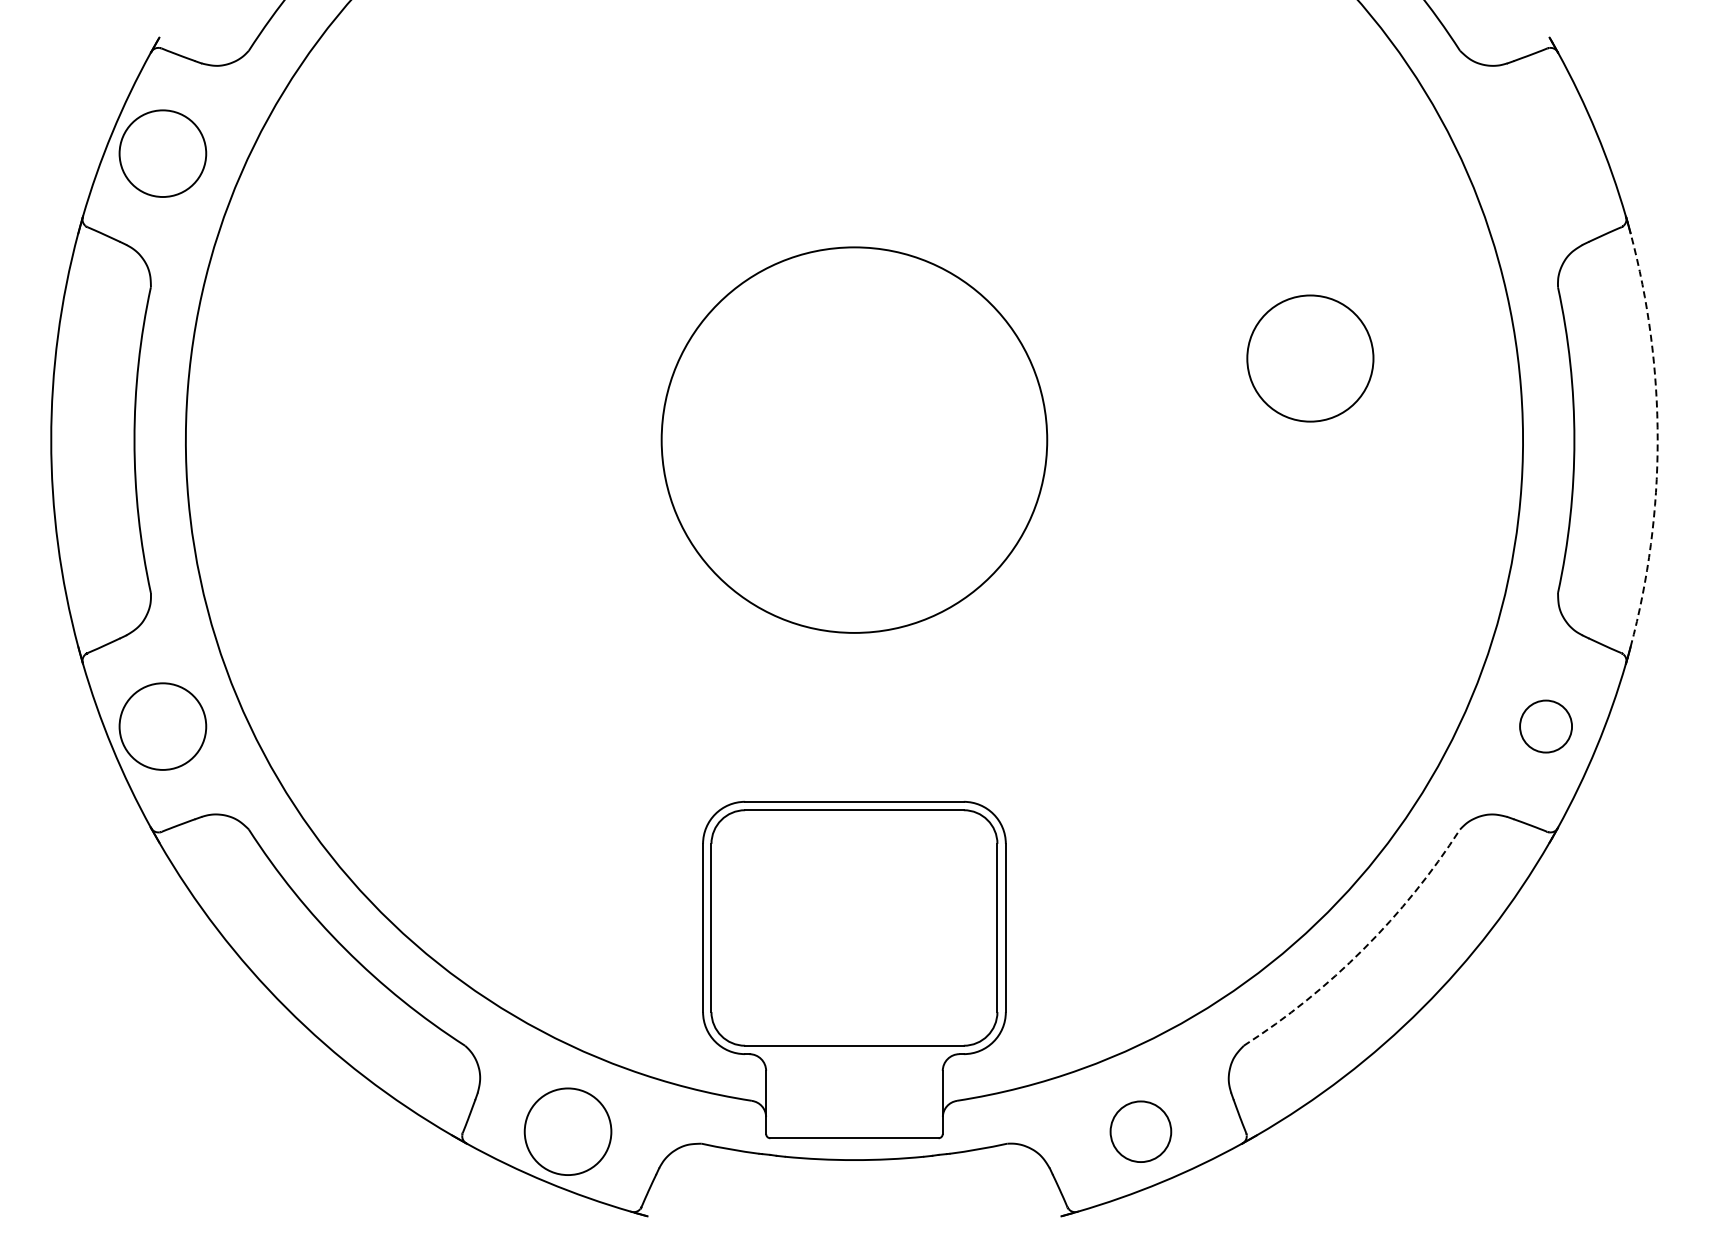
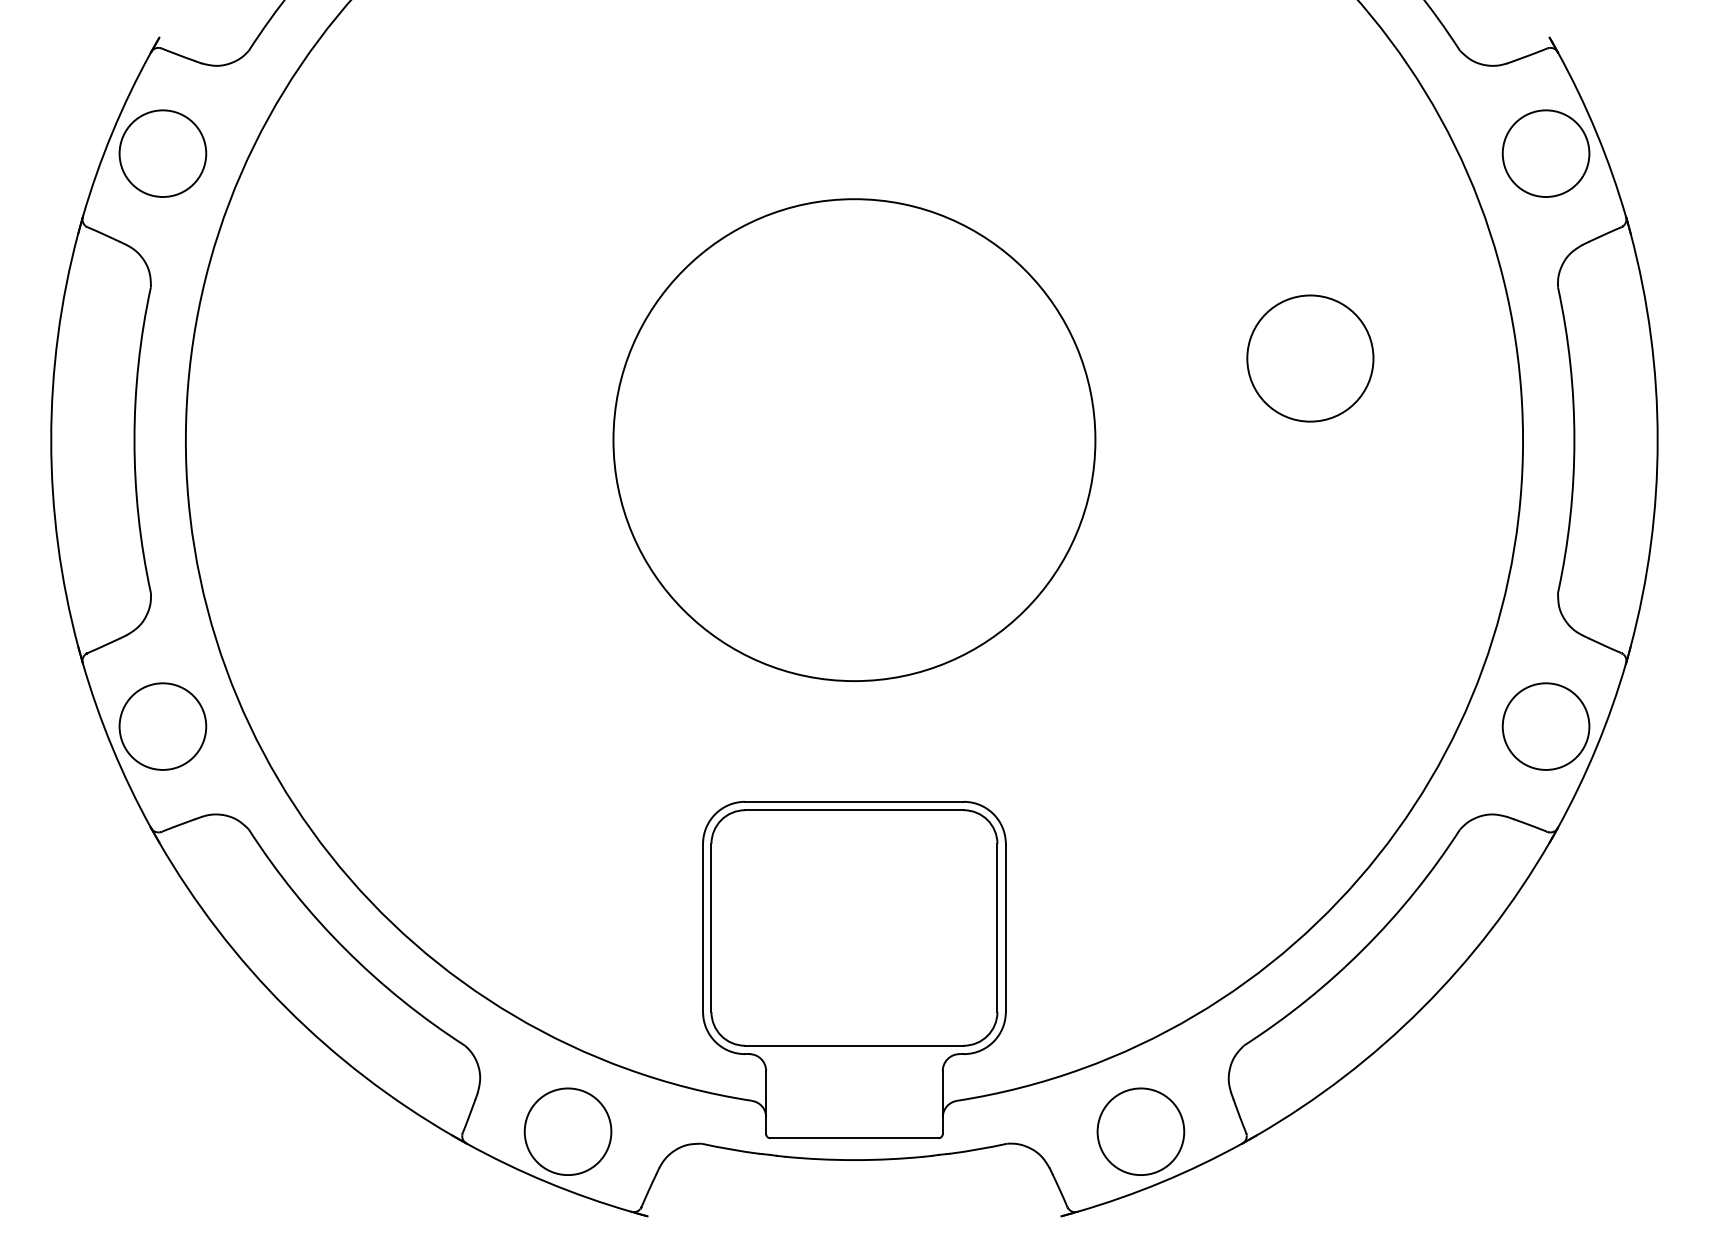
circle at (1545, 153): none -> present
circle at (854, 439) diameter: 386 px -> 482 px
arc at (1657, 440): dashed -> solid
circle at (1545, 726) size: 54x55 px -> 90x89 px
arc at (1363, 949): dashed -> solid
circle at (1140, 1131) diameter: 61 px -> 87 px
